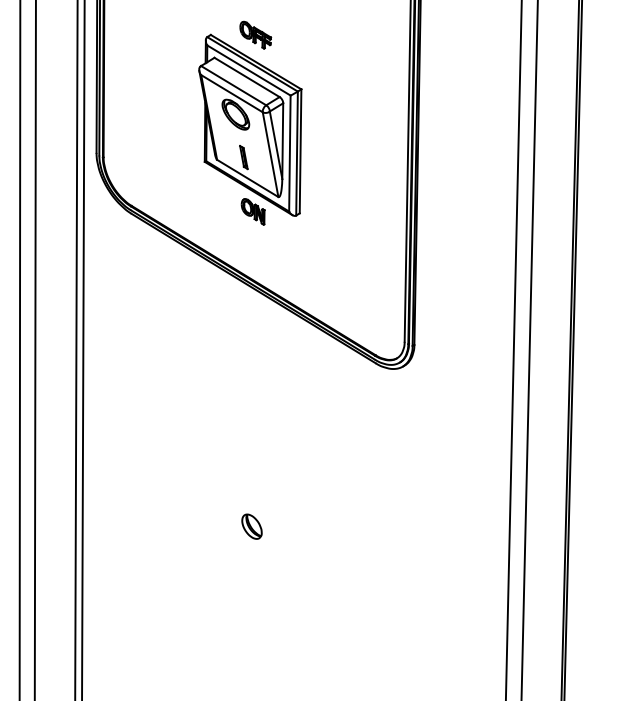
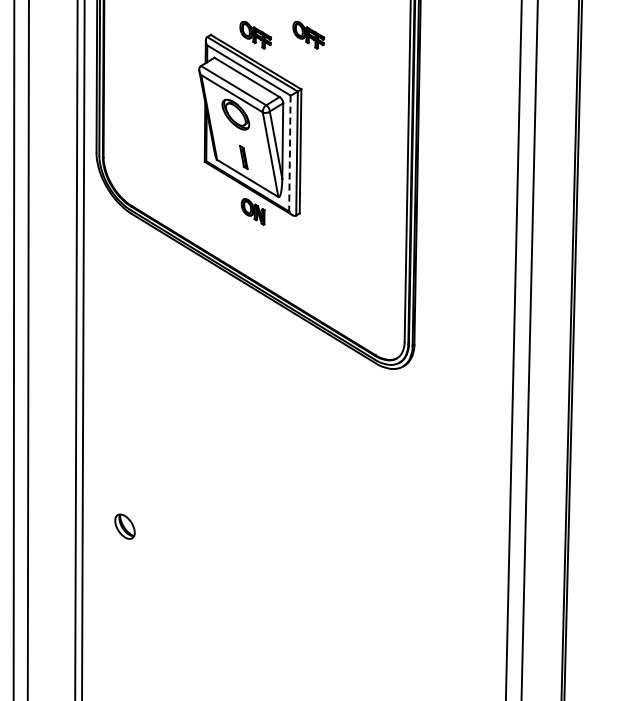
part at (308, 34): none -> present
line at (289, 154): solid -> dashed
line at (19, 349) position: (19, 349) -> (13, 349)
line at (34, 349) position: (34, 349) -> (27, 349)
part at (251, 526) position: (251, 526) -> (124, 526)
